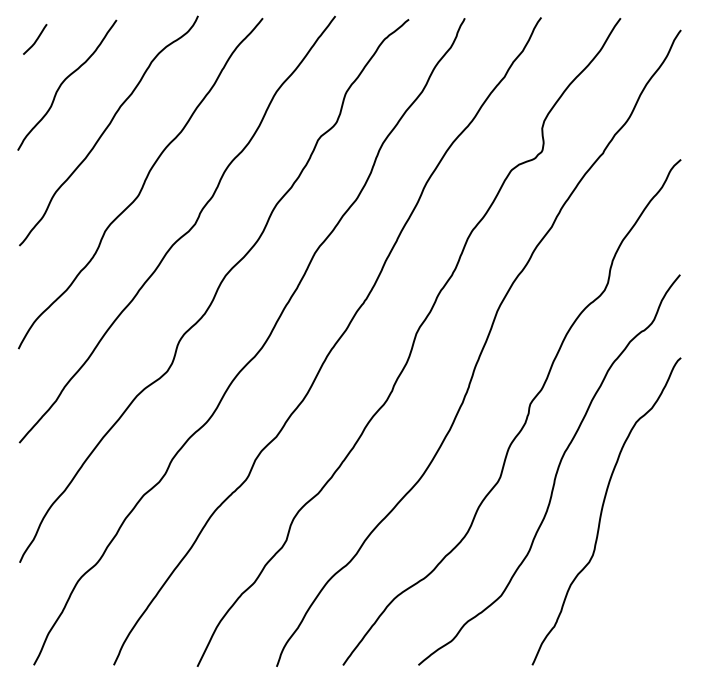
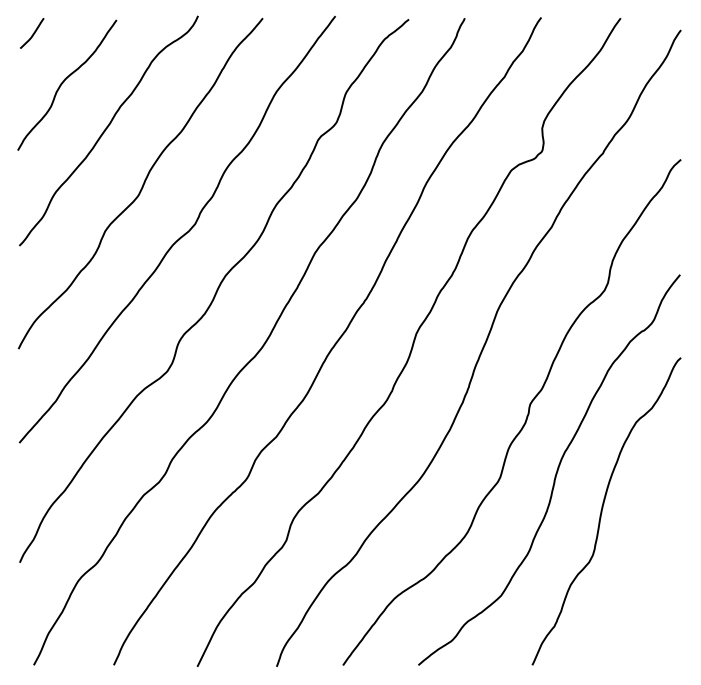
curve at (36, 39) position: (36, 39) -> (33, 33)
